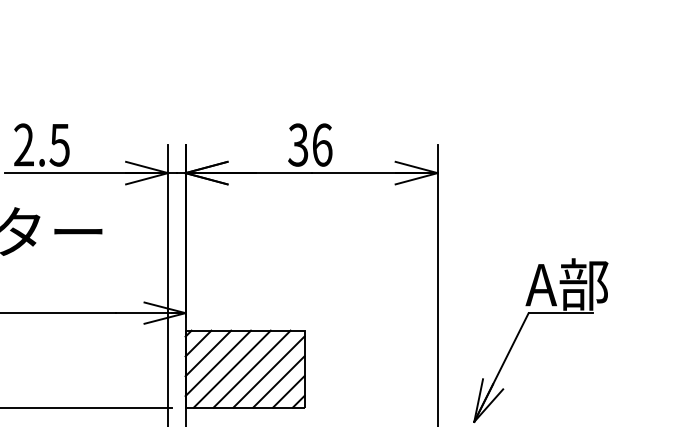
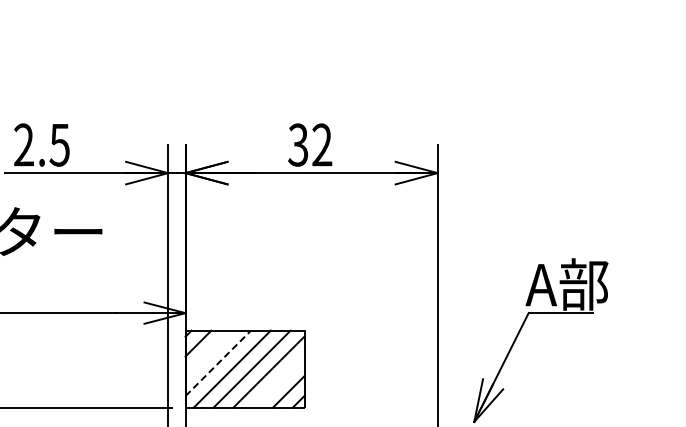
text at (322, 144): 36 -> 32
line at (208, 353): present -> none
line at (218, 363): solid -> dashed
line at (278, 381): present -> none
